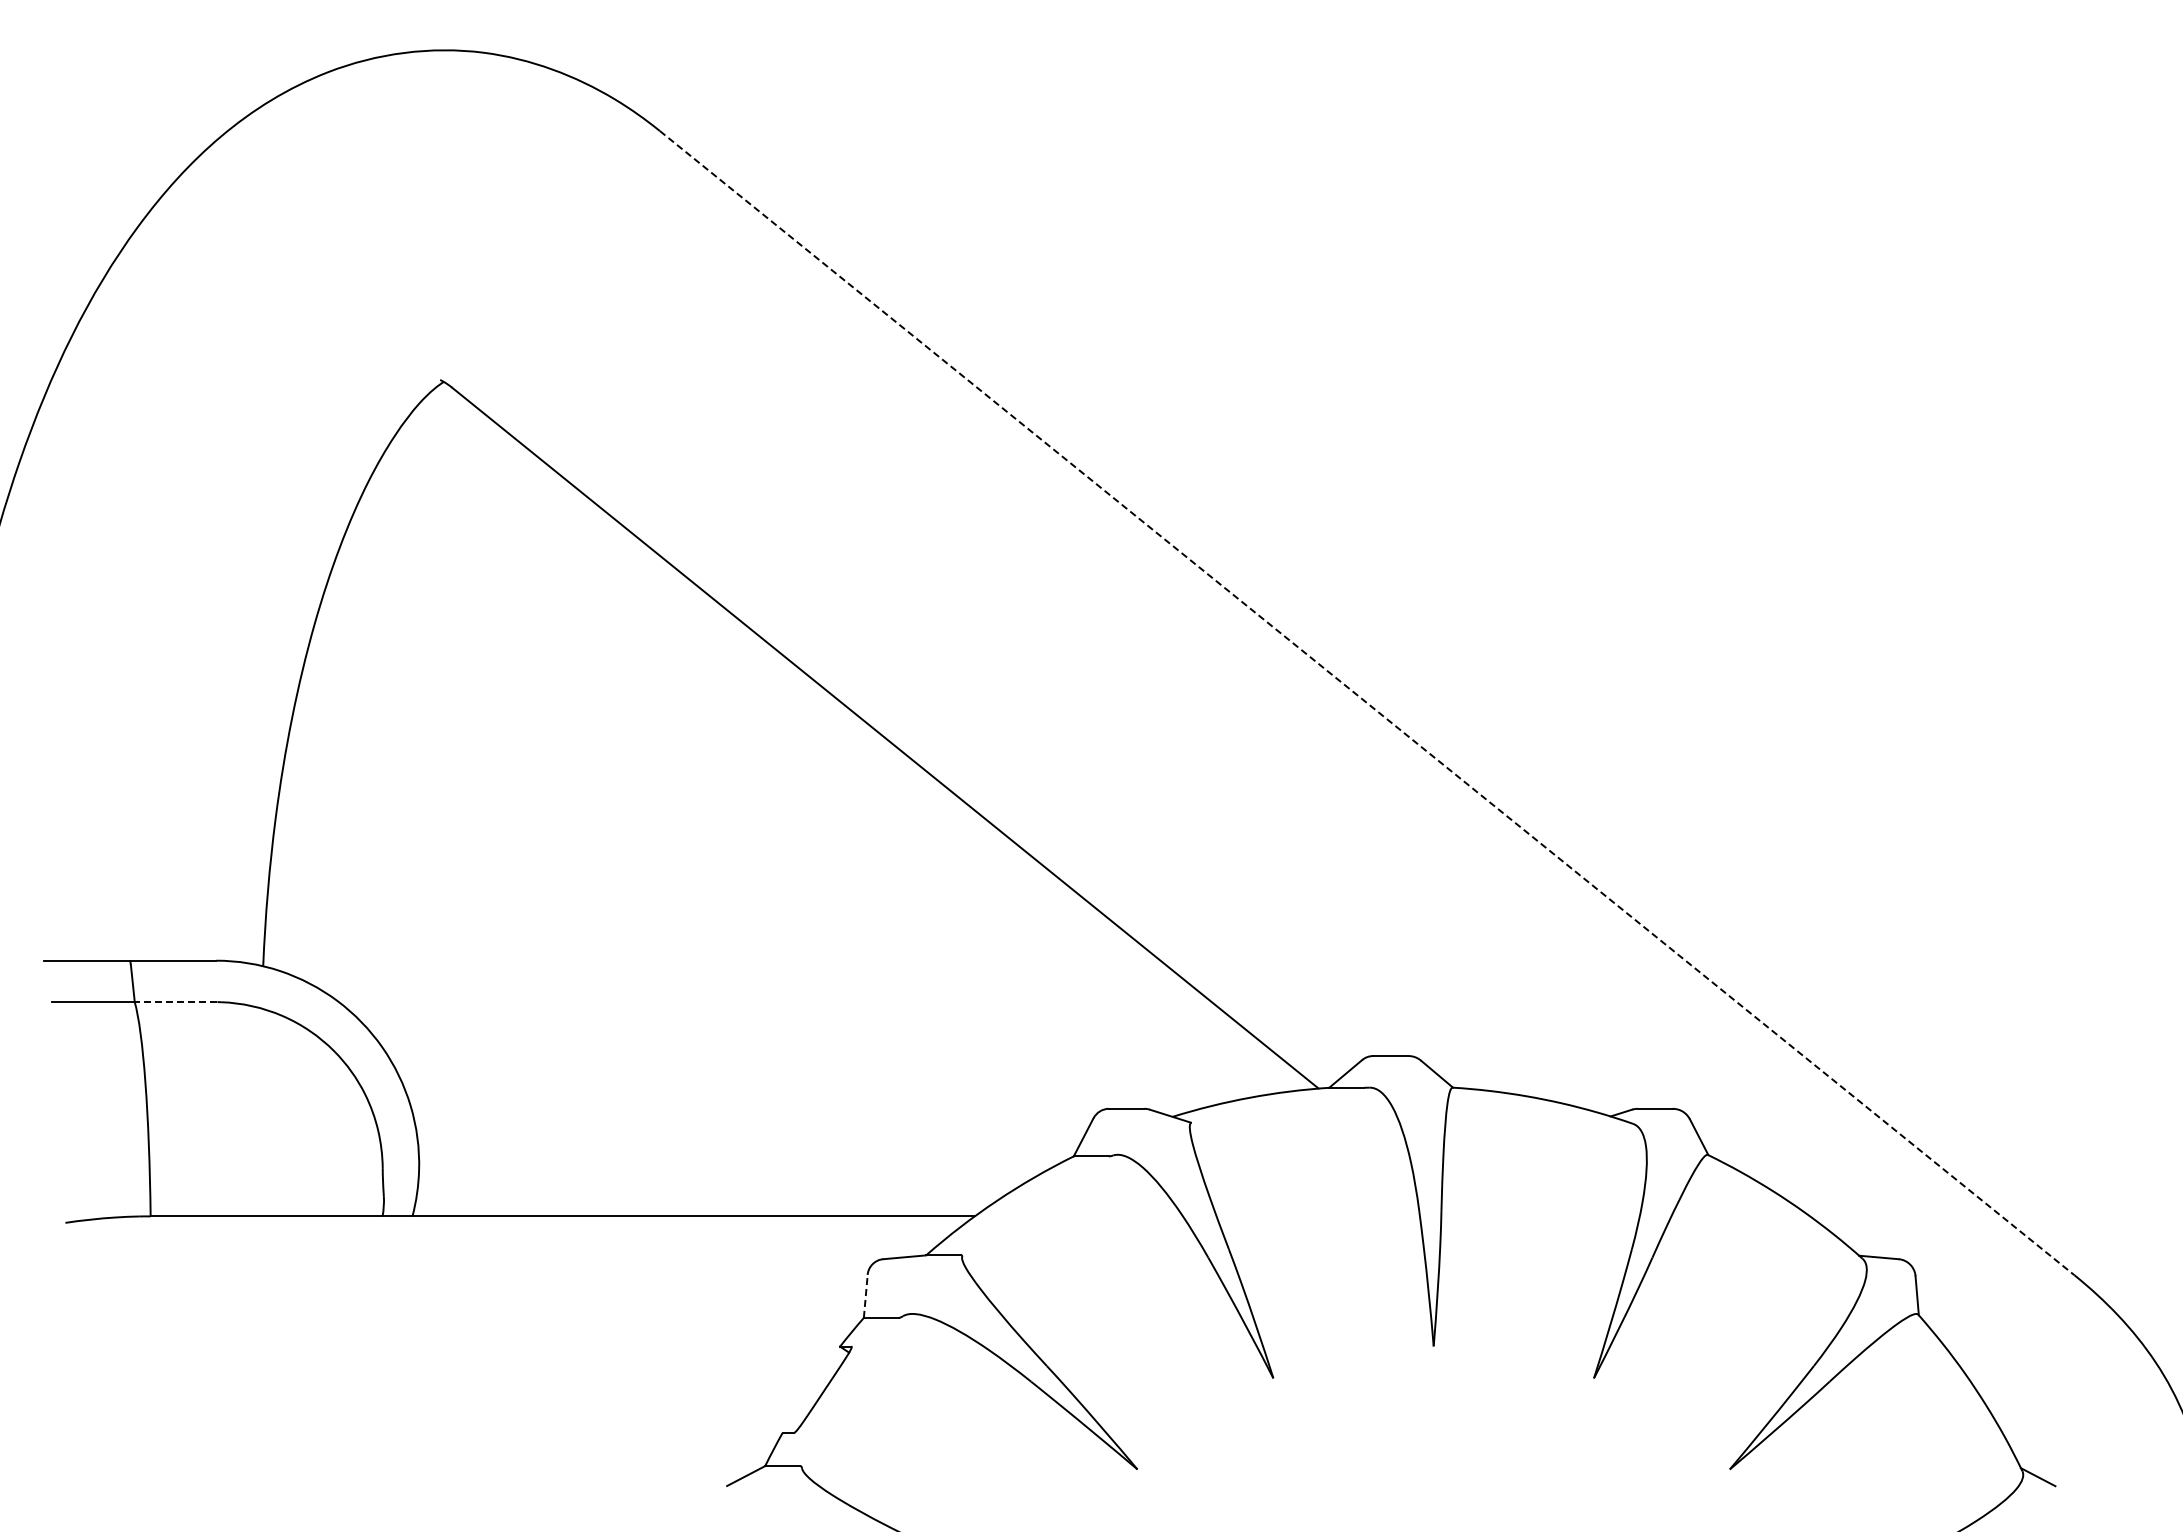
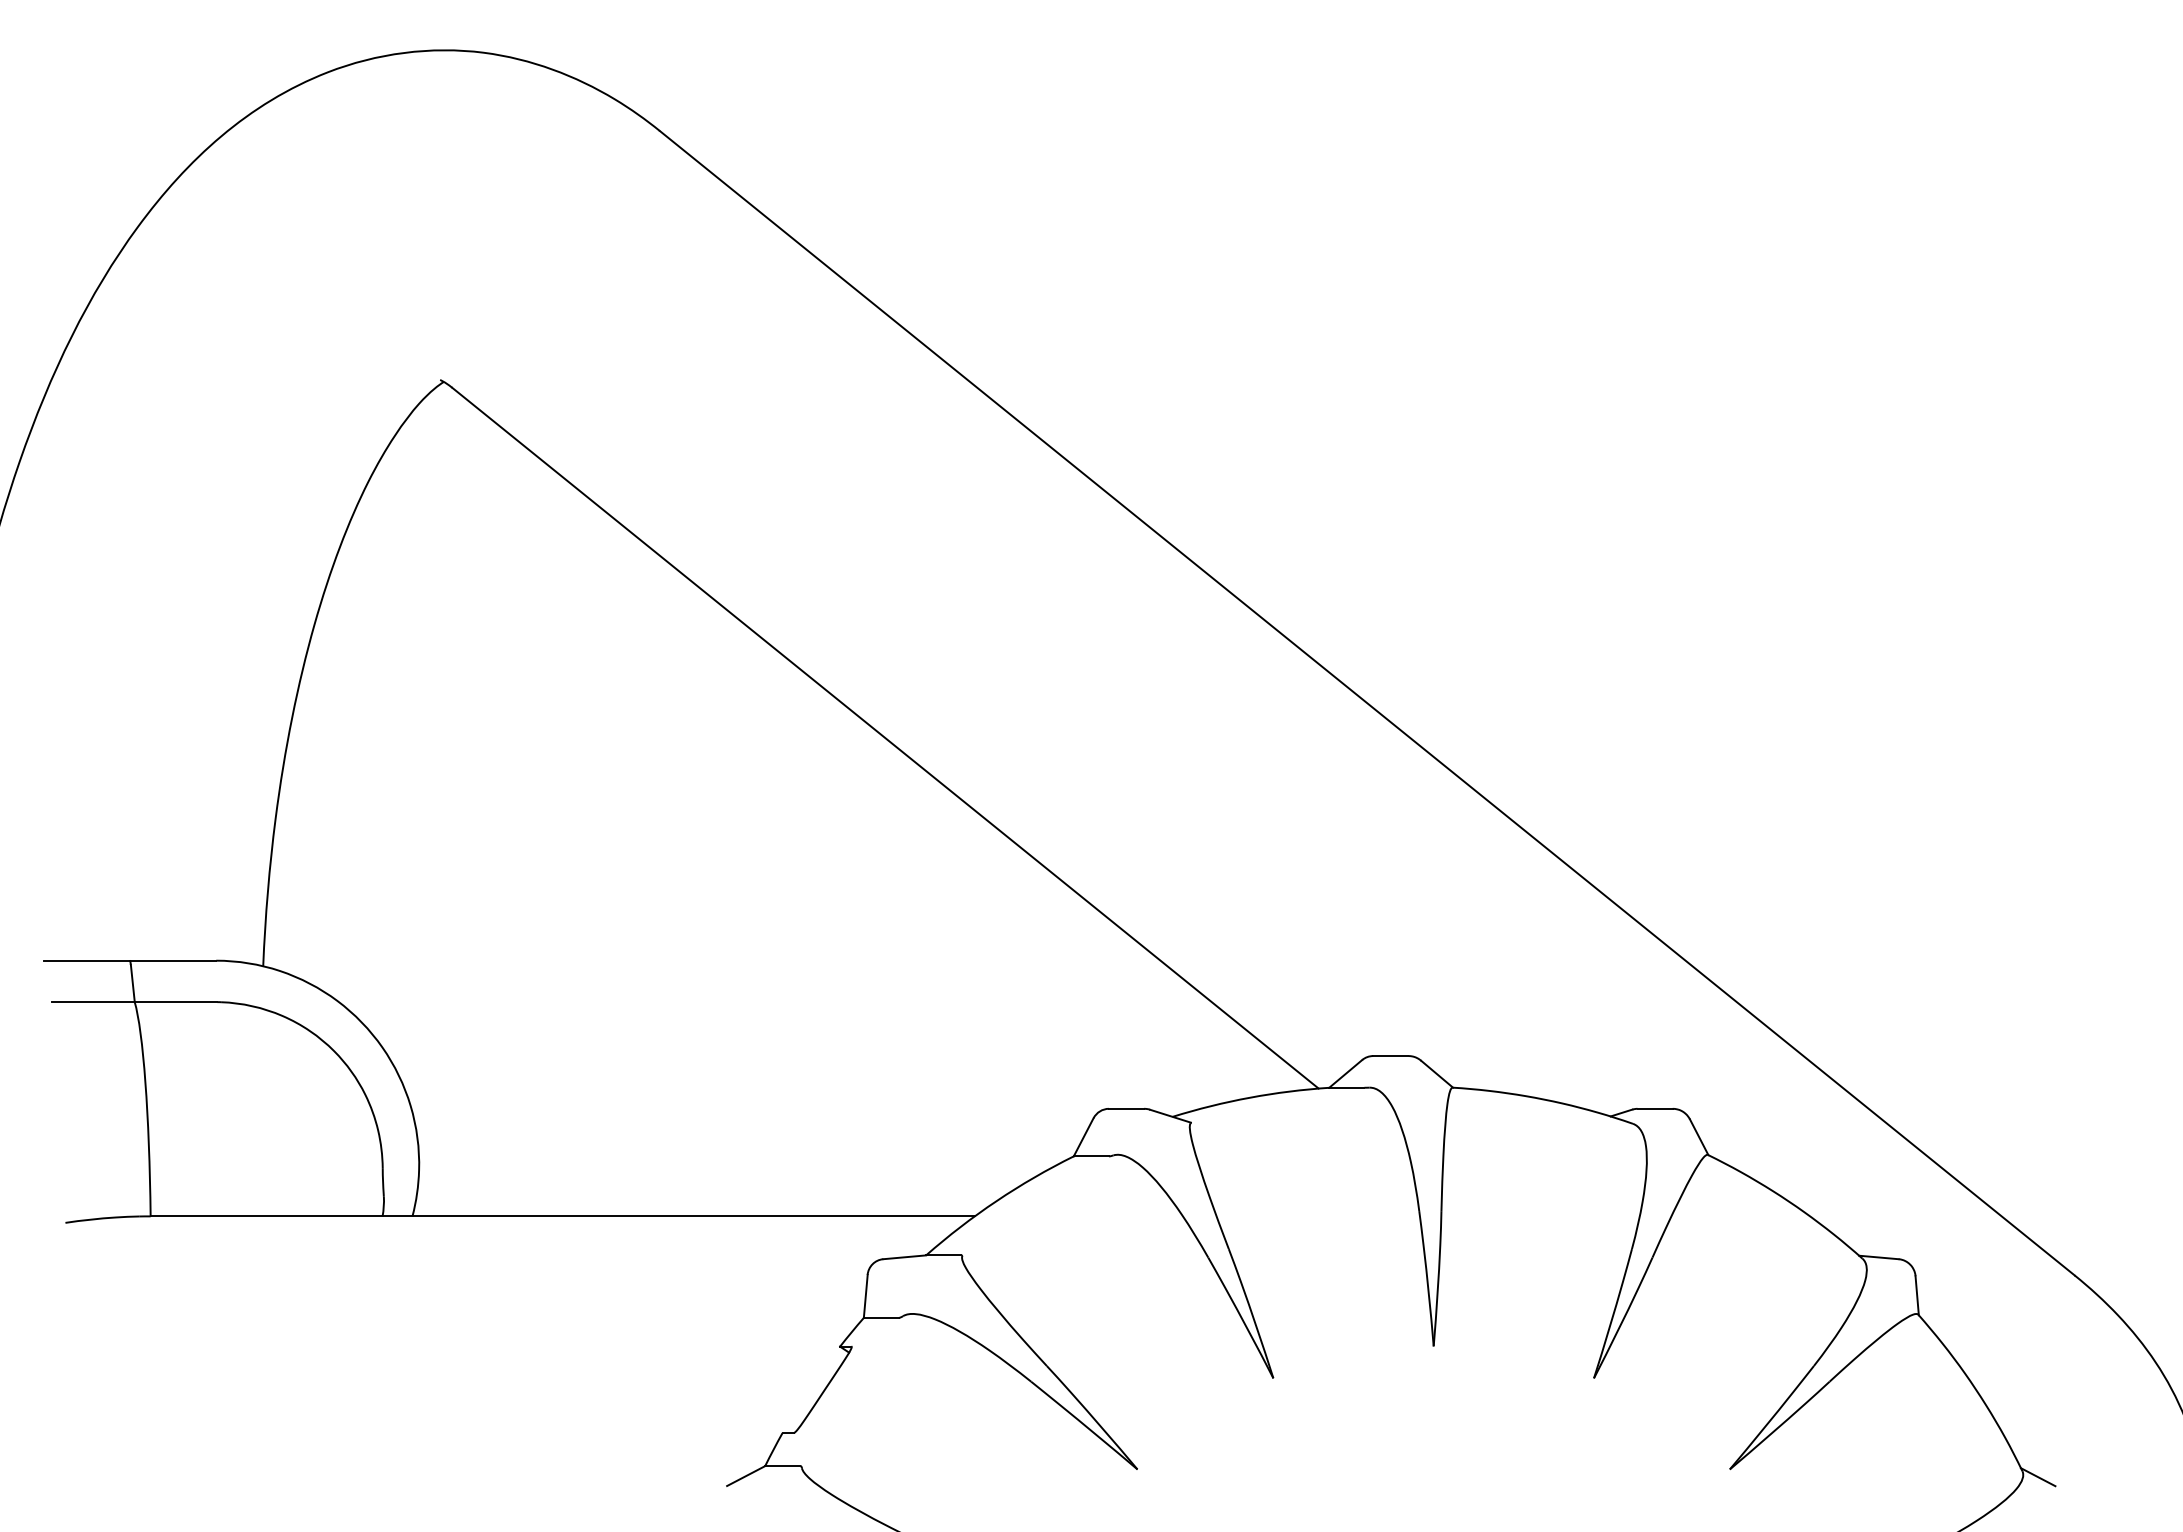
line at (1367, 703): dashed -> solid
line at (175, 1002): dashed -> solid
line at (865, 1296): dashed -> solid
